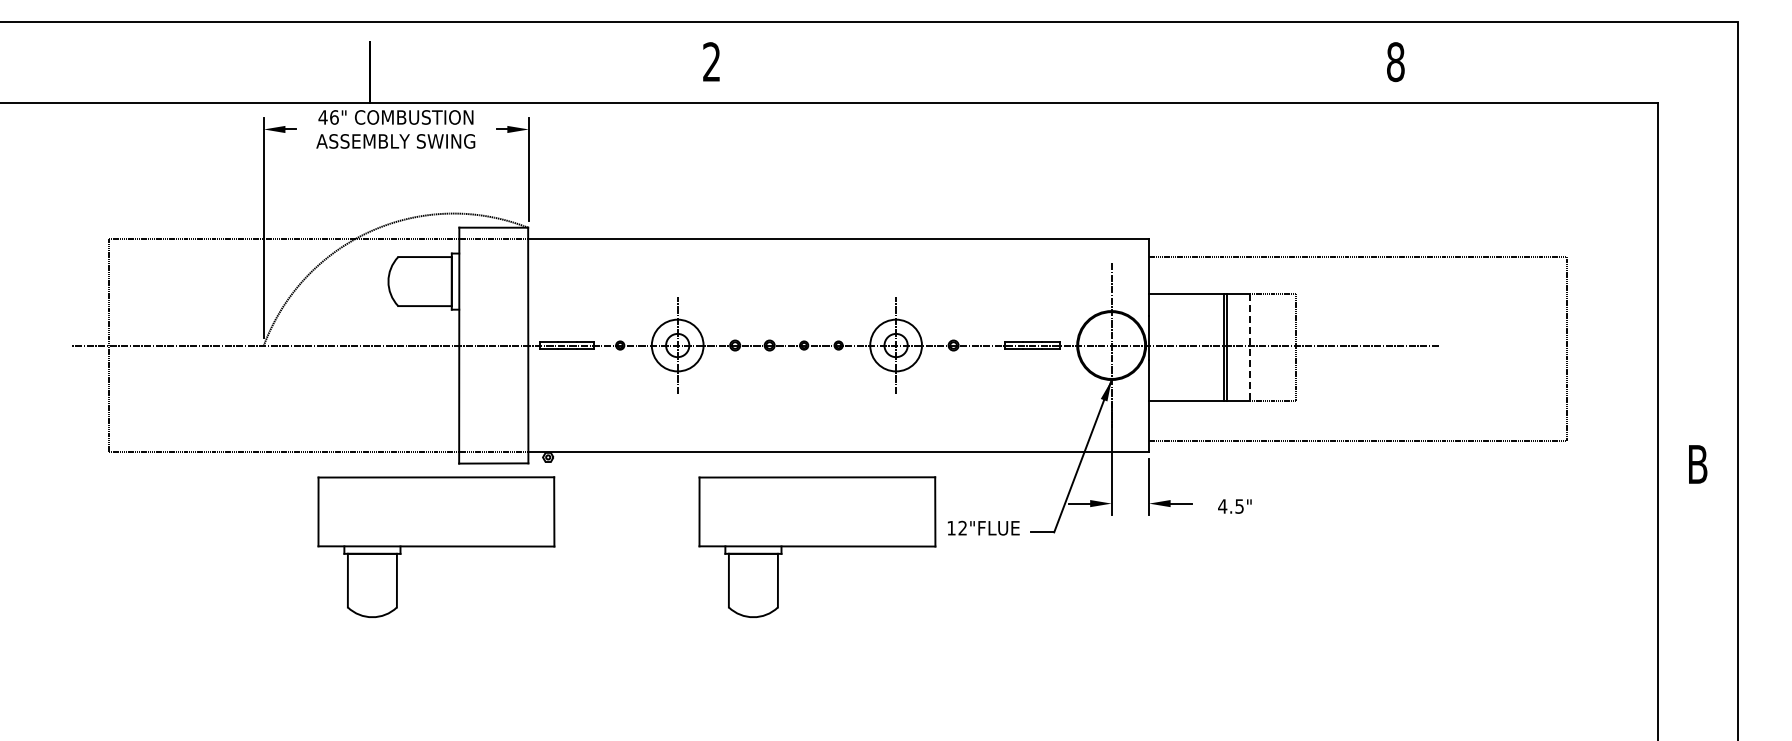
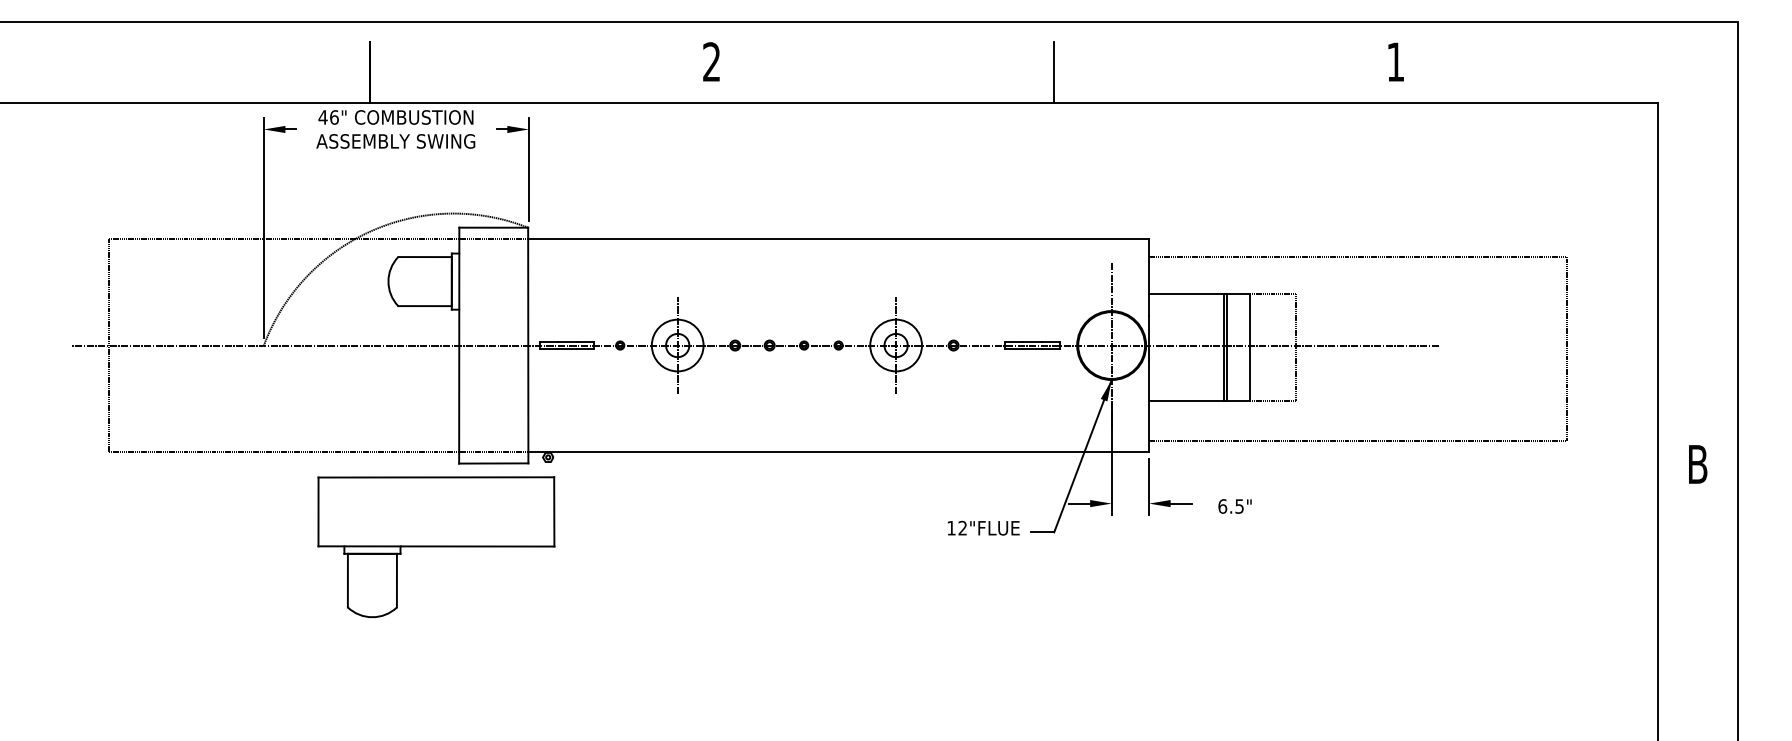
text at (1395, 62): 8 -> 1
line at (1054, 72): none -> present
line at (1249, 347): dashed -> solid
text at (1222, 506): 4.5" -> 6.5"
part at (817, 546): present -> none
